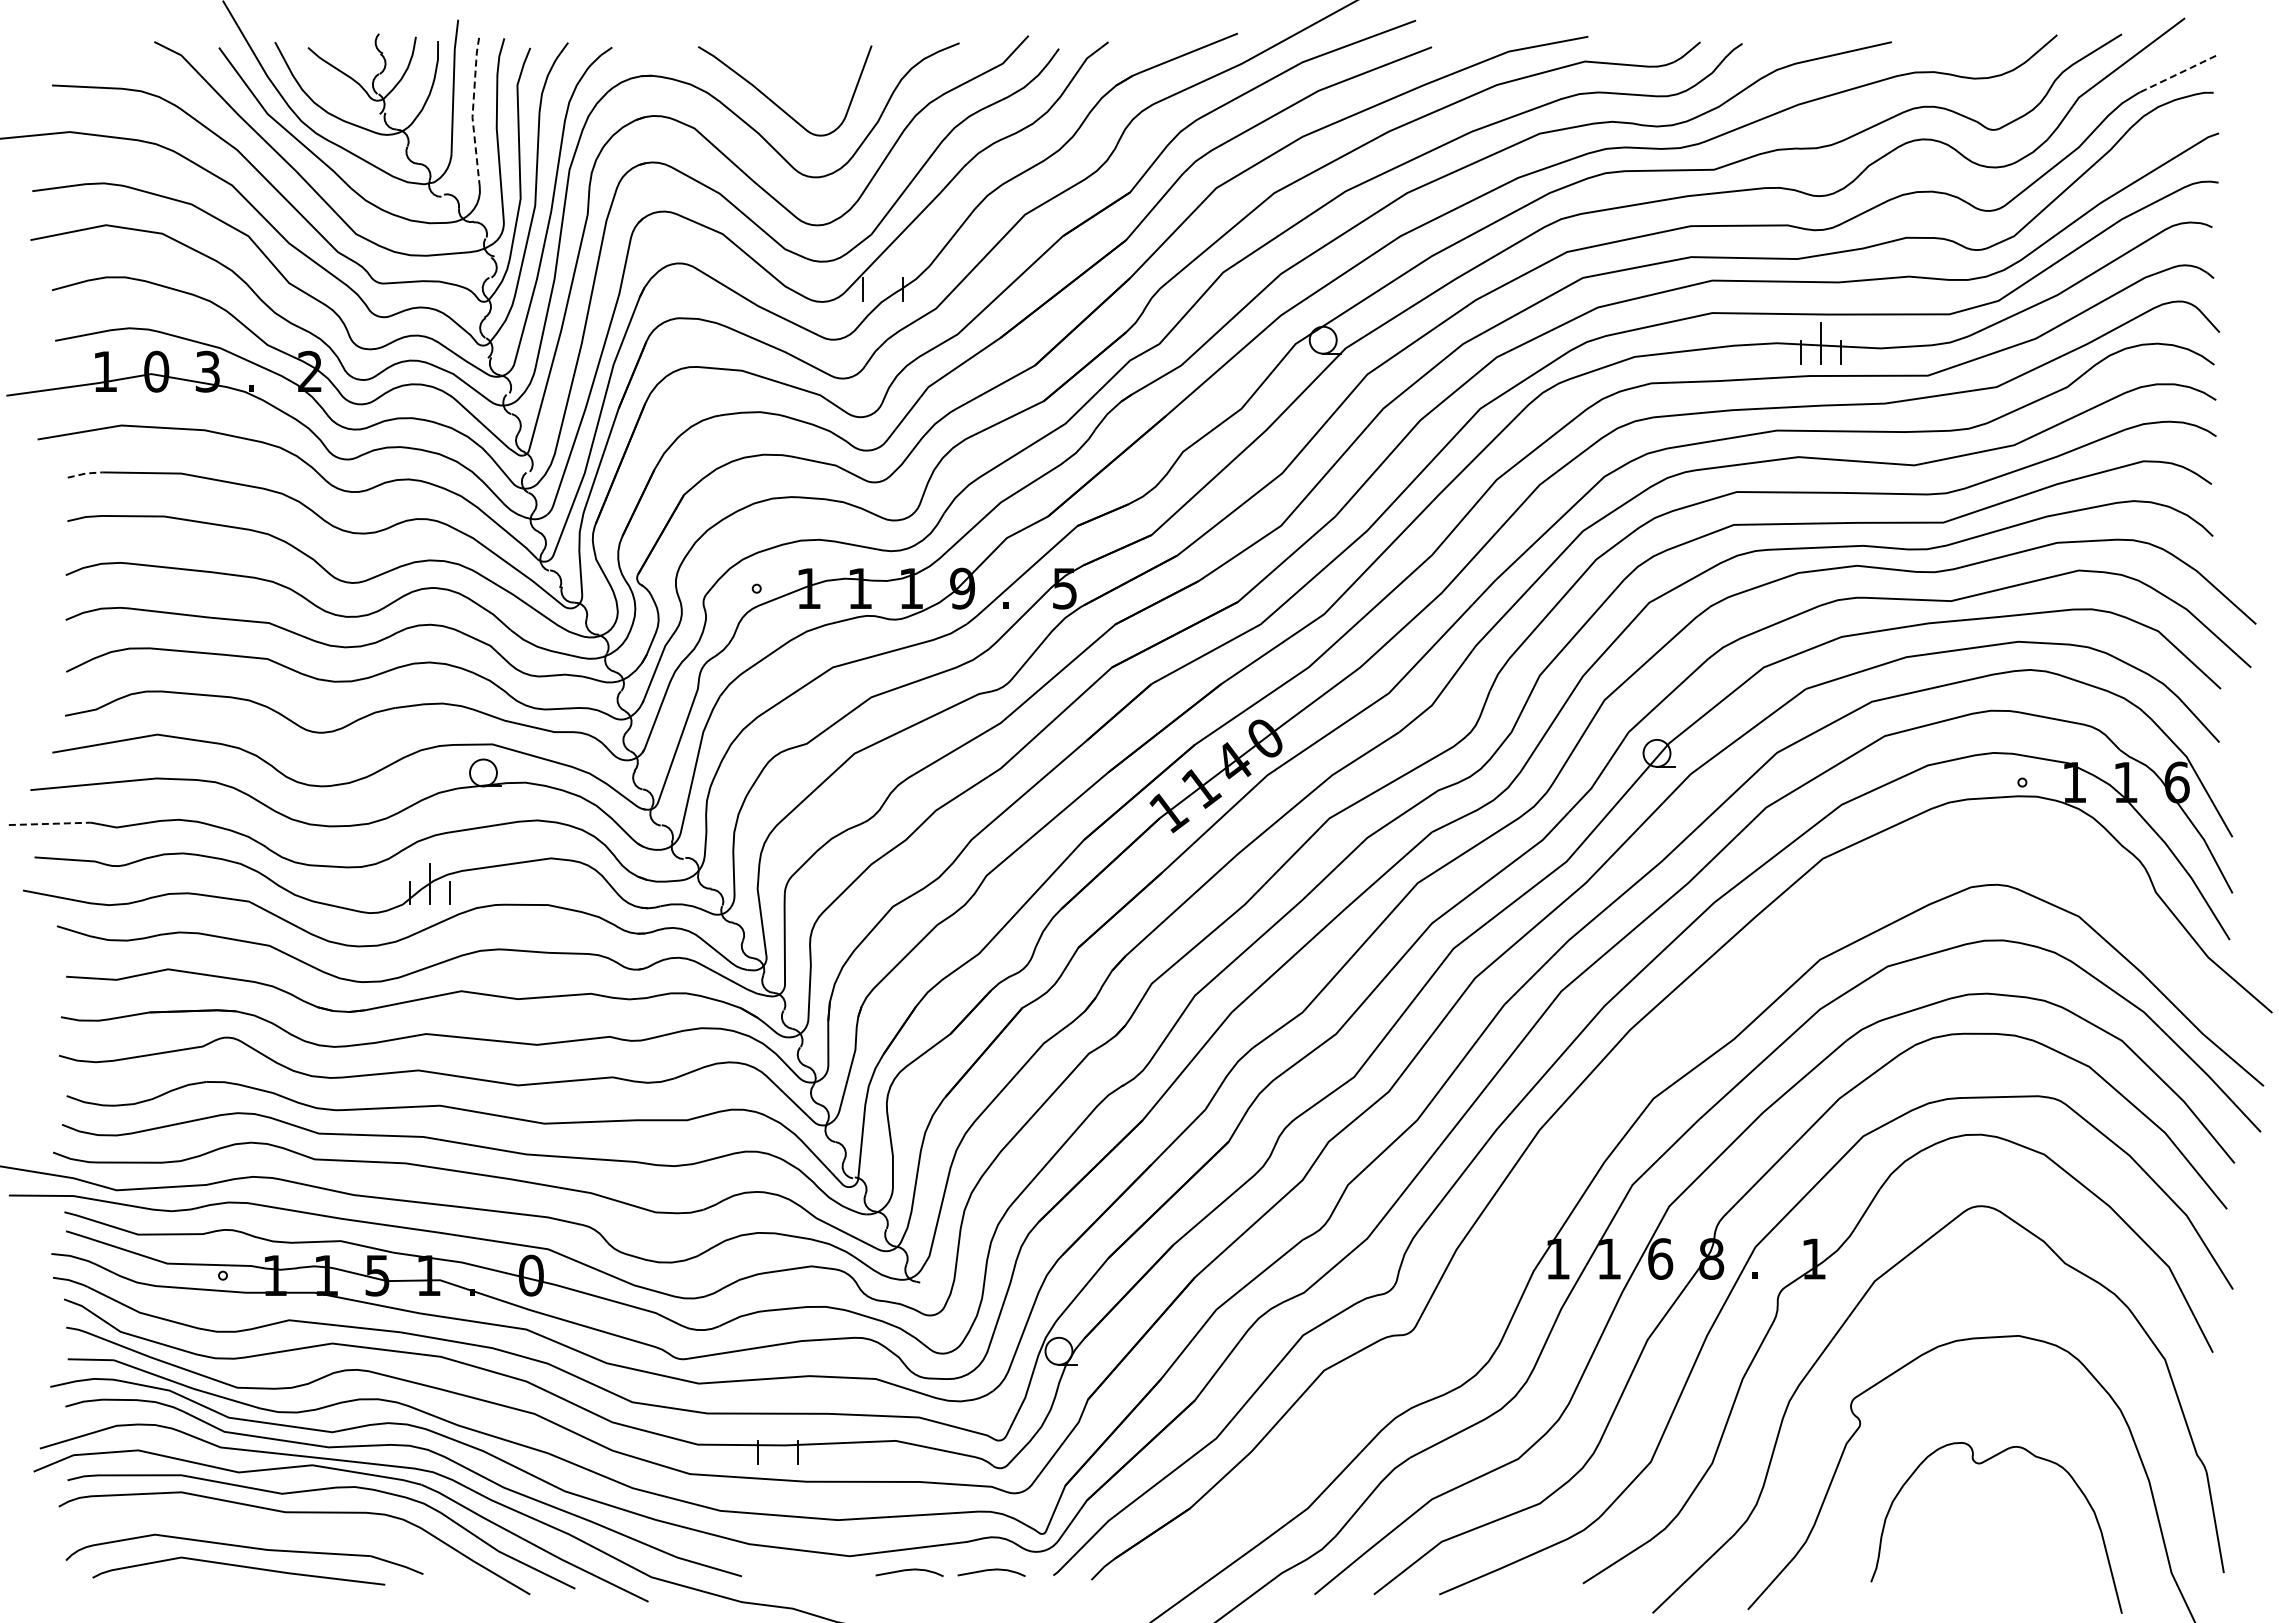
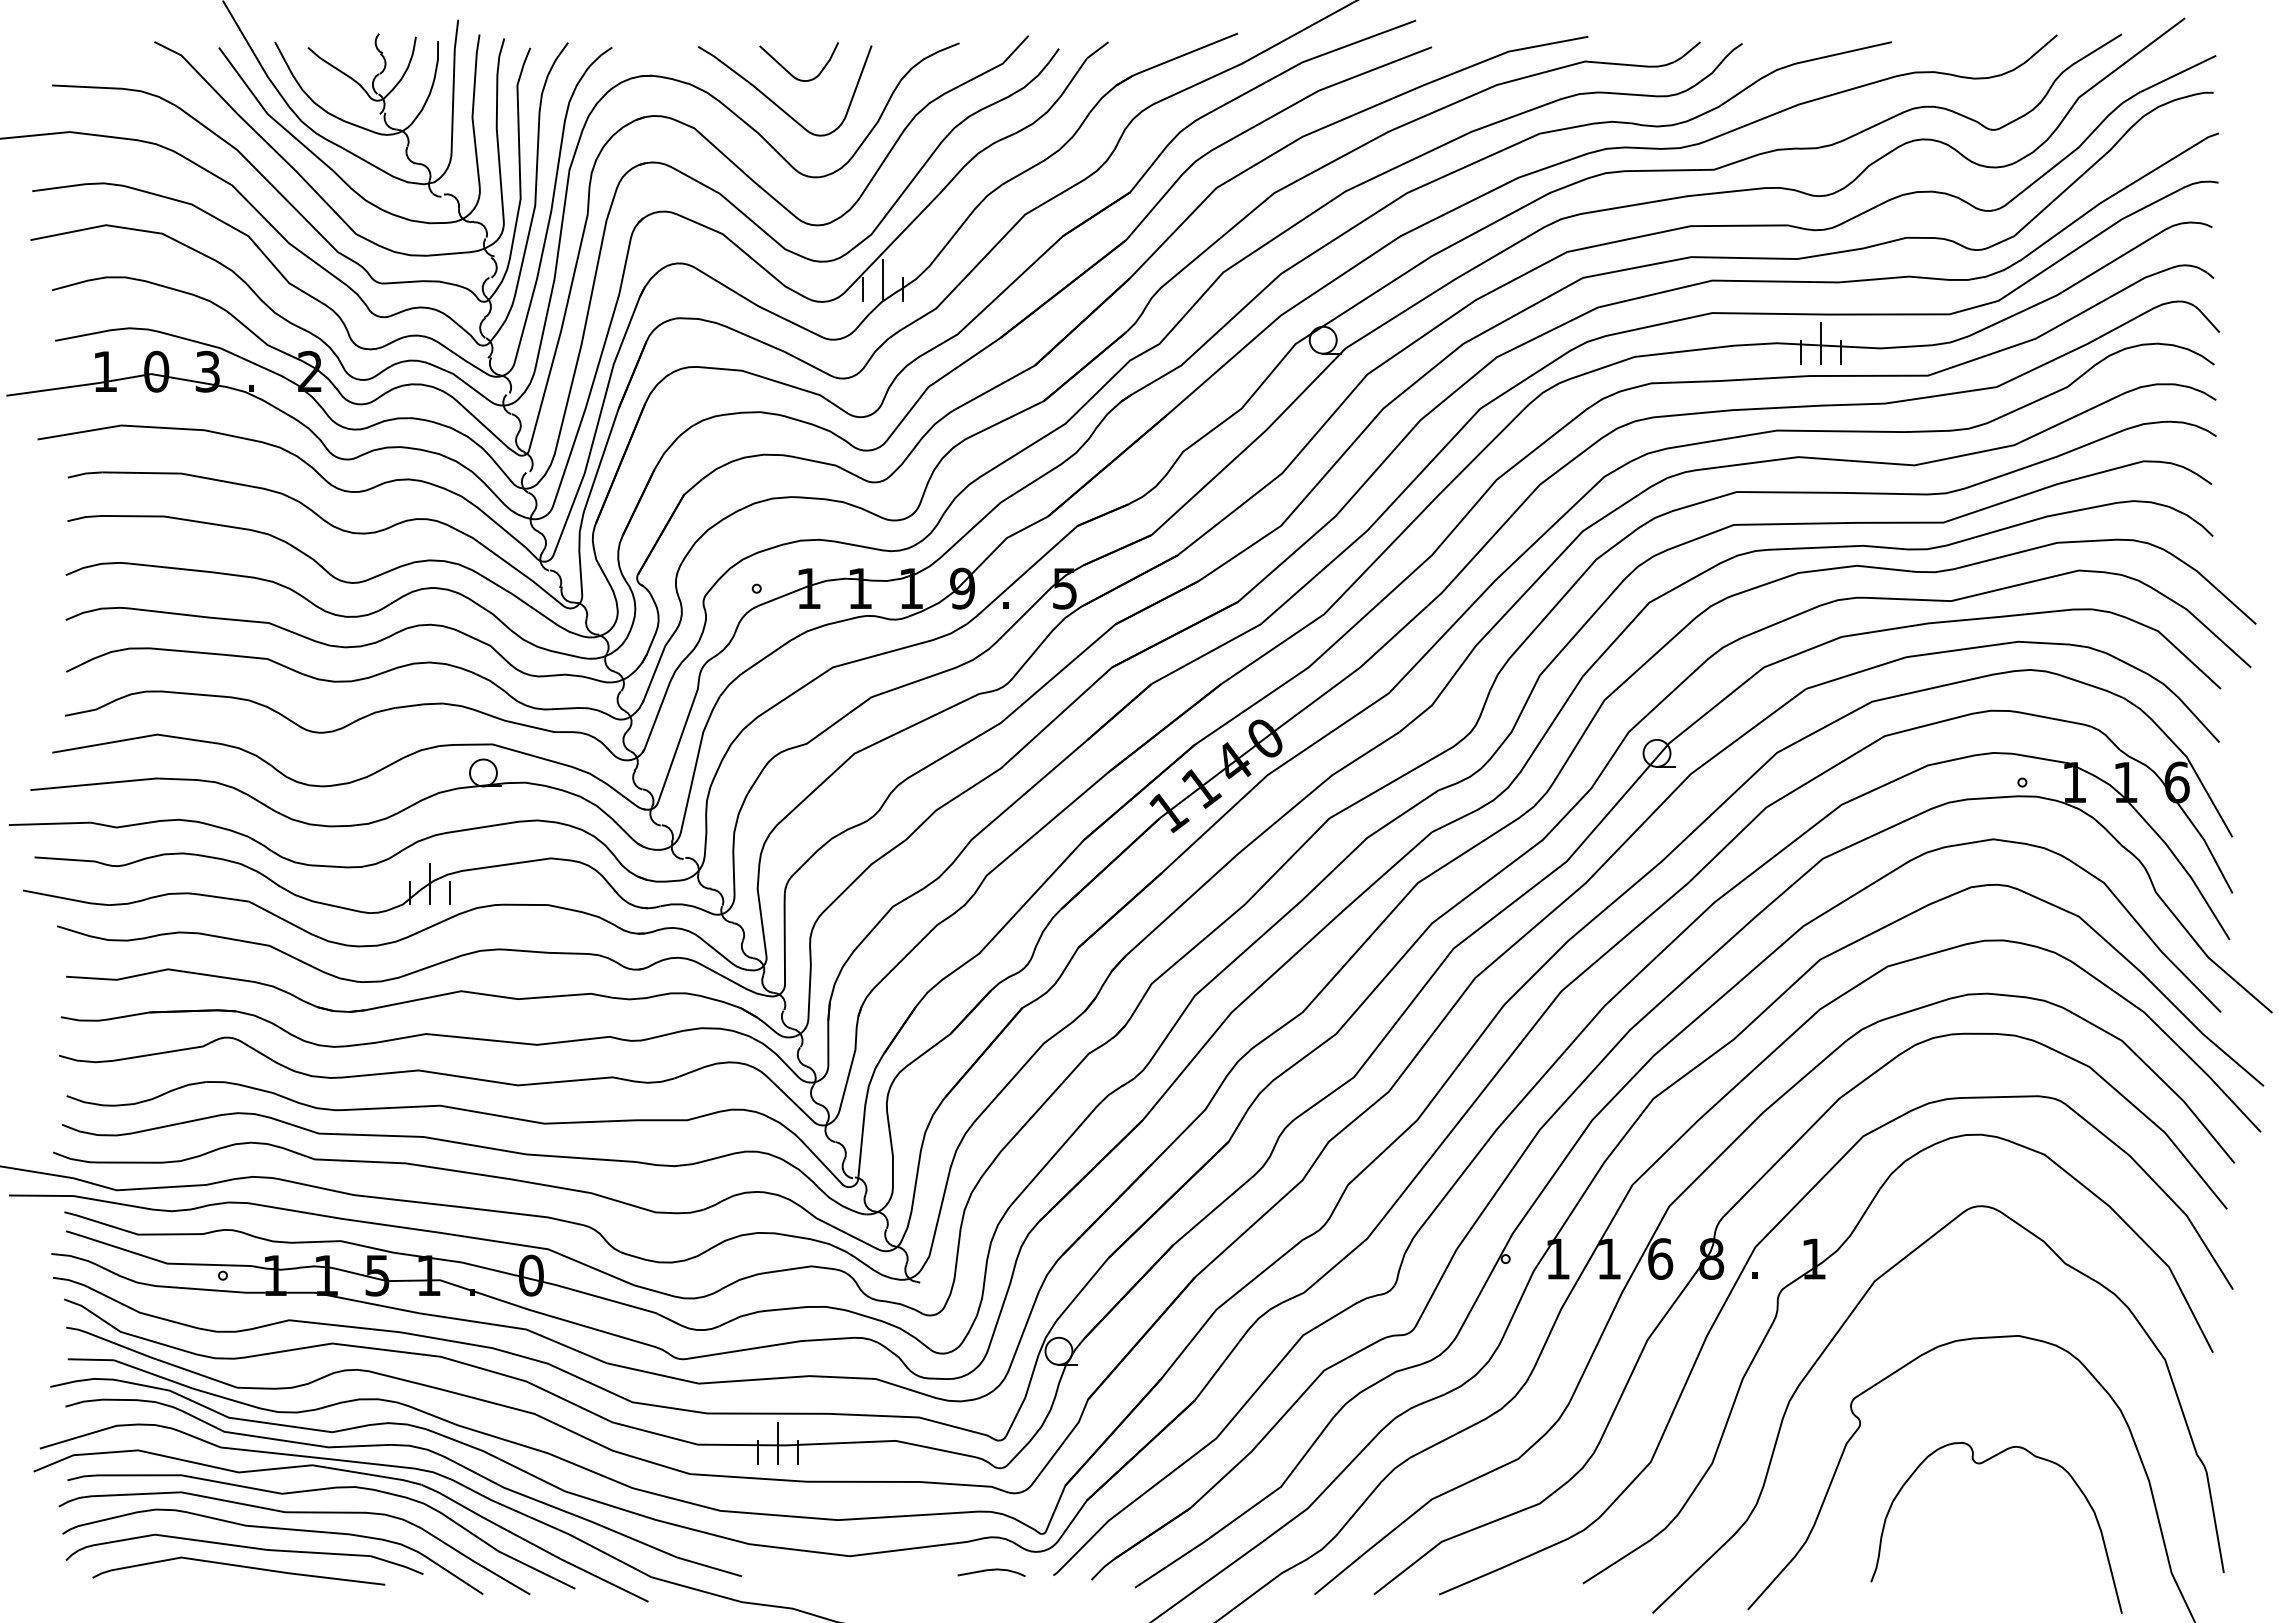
curve at (789, 71): none -> present
line at (2178, 73): dashed -> solid
line at (472, 110): dashed -> solid
line at (883, 280): none -> present
line at (86, 473): dashed -> solid
line at (49, 823): dashed -> solid
part at (1577, 1143): none -> present
line at (777, 1443): none -> present
curve at (275, 1529): none -> present
curve at (909, 1570): present -> none
